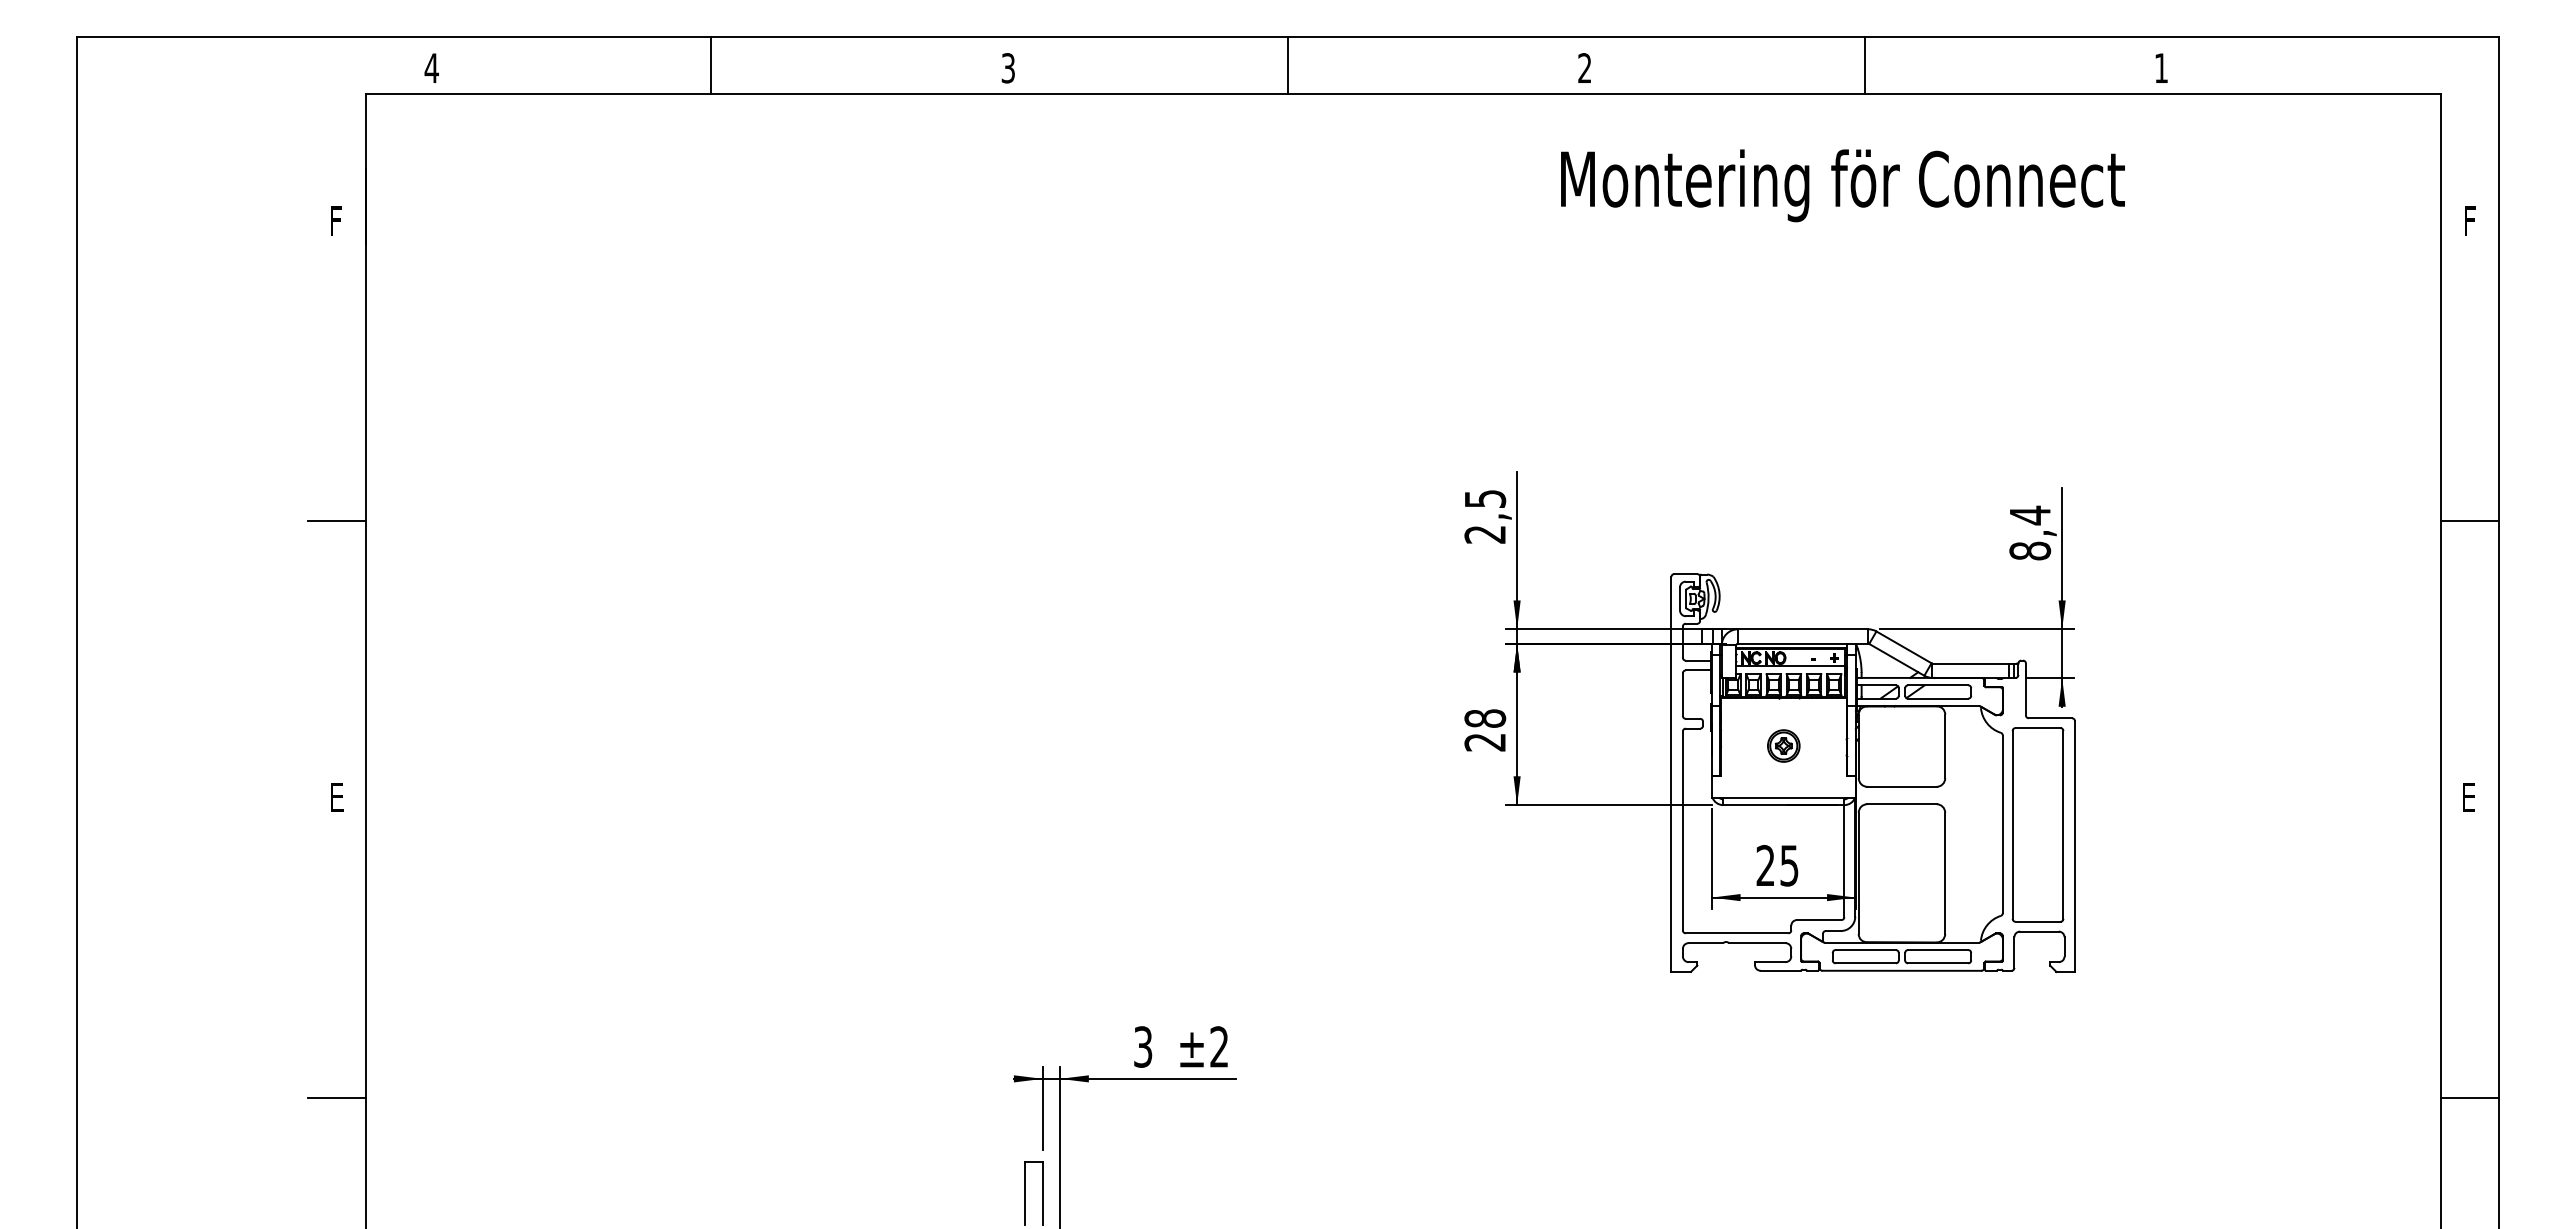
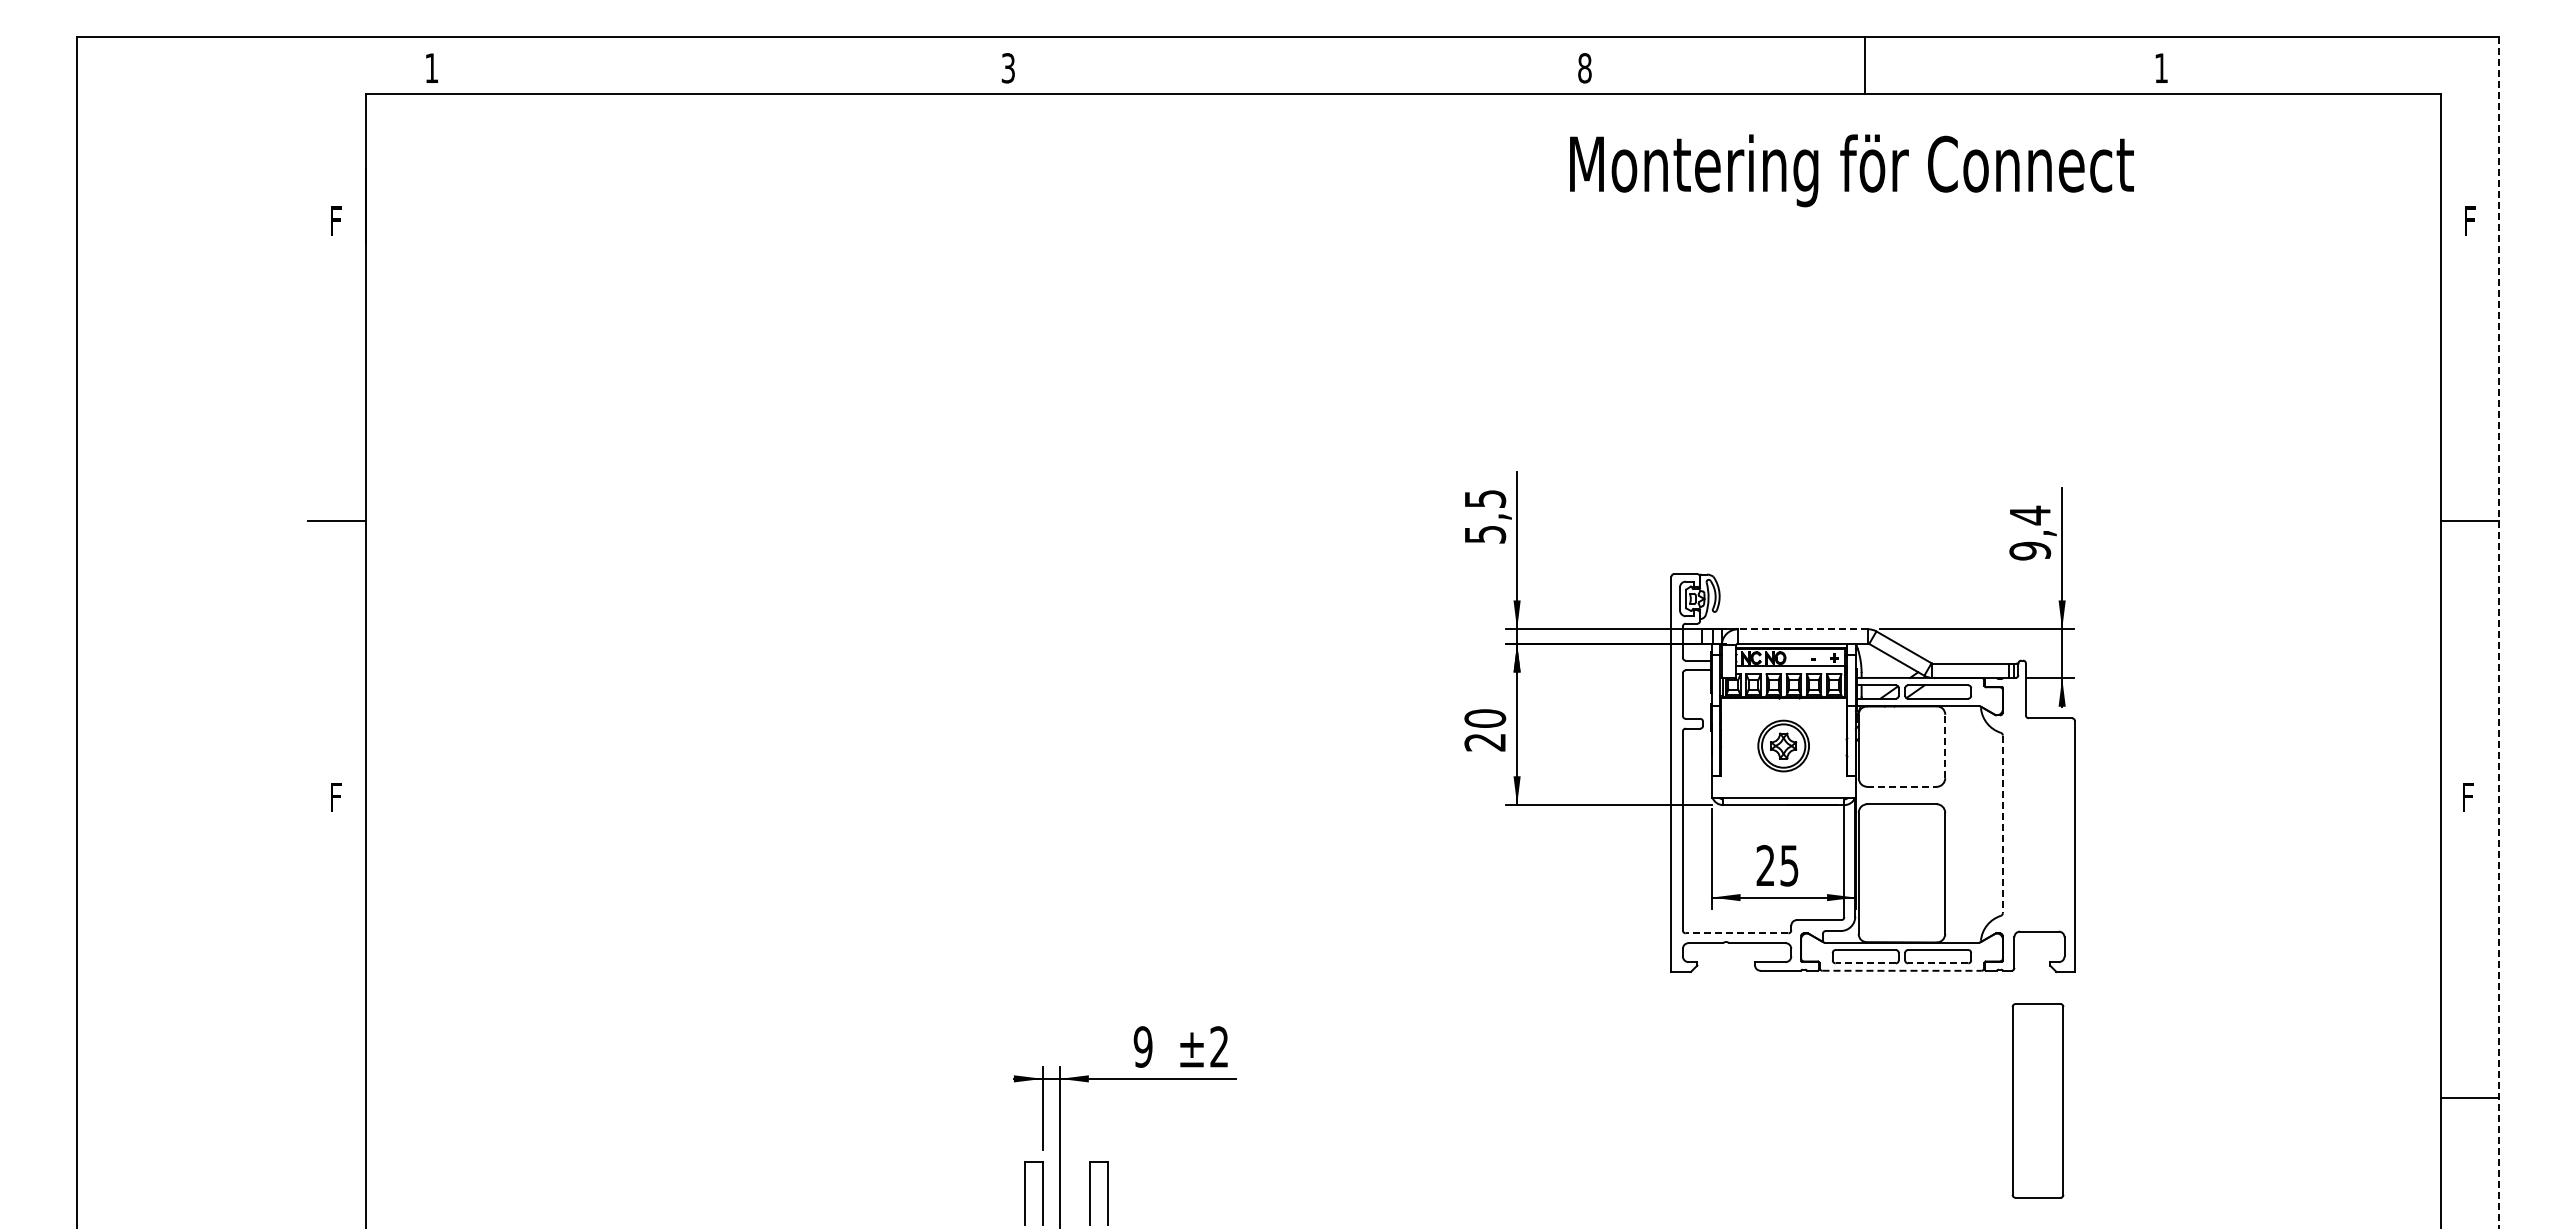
line at (711, 65): present -> none
line at (1288, 65): present -> none
text at (431, 67): 4 -> 1
text at (1584, 68): 2 -> 8
text at (1842, 185) position: (1842, 185) -> (1851, 170)
text at (1485, 534): 2,5 -> 5,5
text at (2030, 550): 8,4 -> 9,4
line at (1802, 629): solid -> dashed
line at (2498, 632): solid -> dashed
text at (1484, 718): 28 -> 20
part at (1783, 745) size: 34x34 px -> 53x54 px
line at (1945, 746): solid -> dashed
line at (1902, 786): solid -> dashed
text at (338, 797): E -> F
text at (2469, 797): E -> F
line at (2002, 824): solid -> dashed
part at (2037, 824) position: (2037, 824) -> (2037, 1100)
line at (1736, 933): solid -> dashed
line at (1865, 963): solid -> dashed
line at (1937, 963): solid -> dashed
line at (1902, 970): solid -> dashed
text at (1142, 1046): 3 -> 9
line at (336, 1097): present -> none
part at (1090, 1193): none -> present
